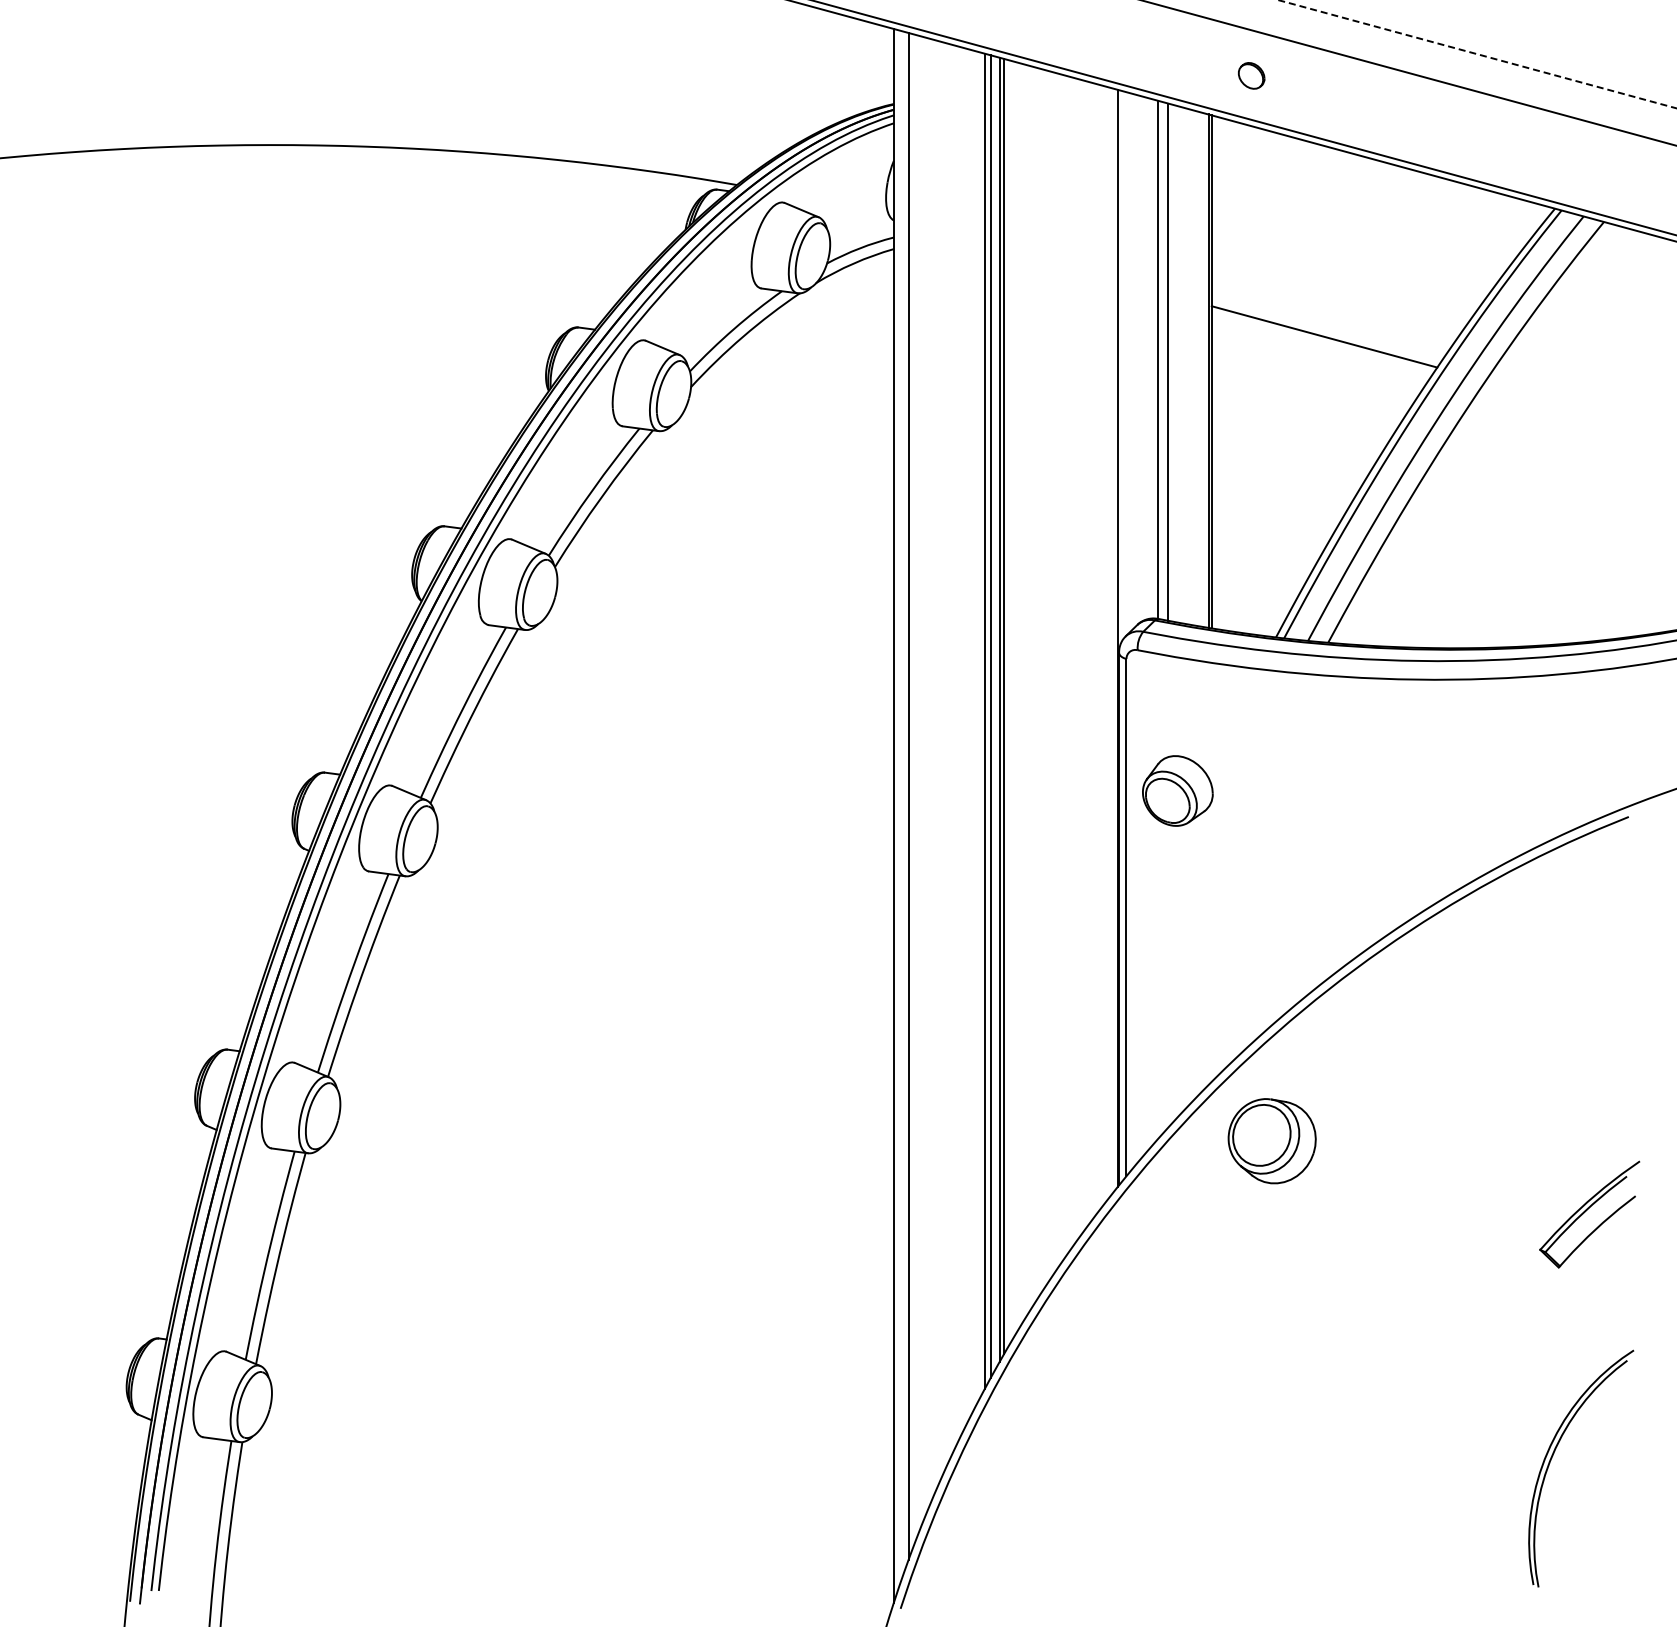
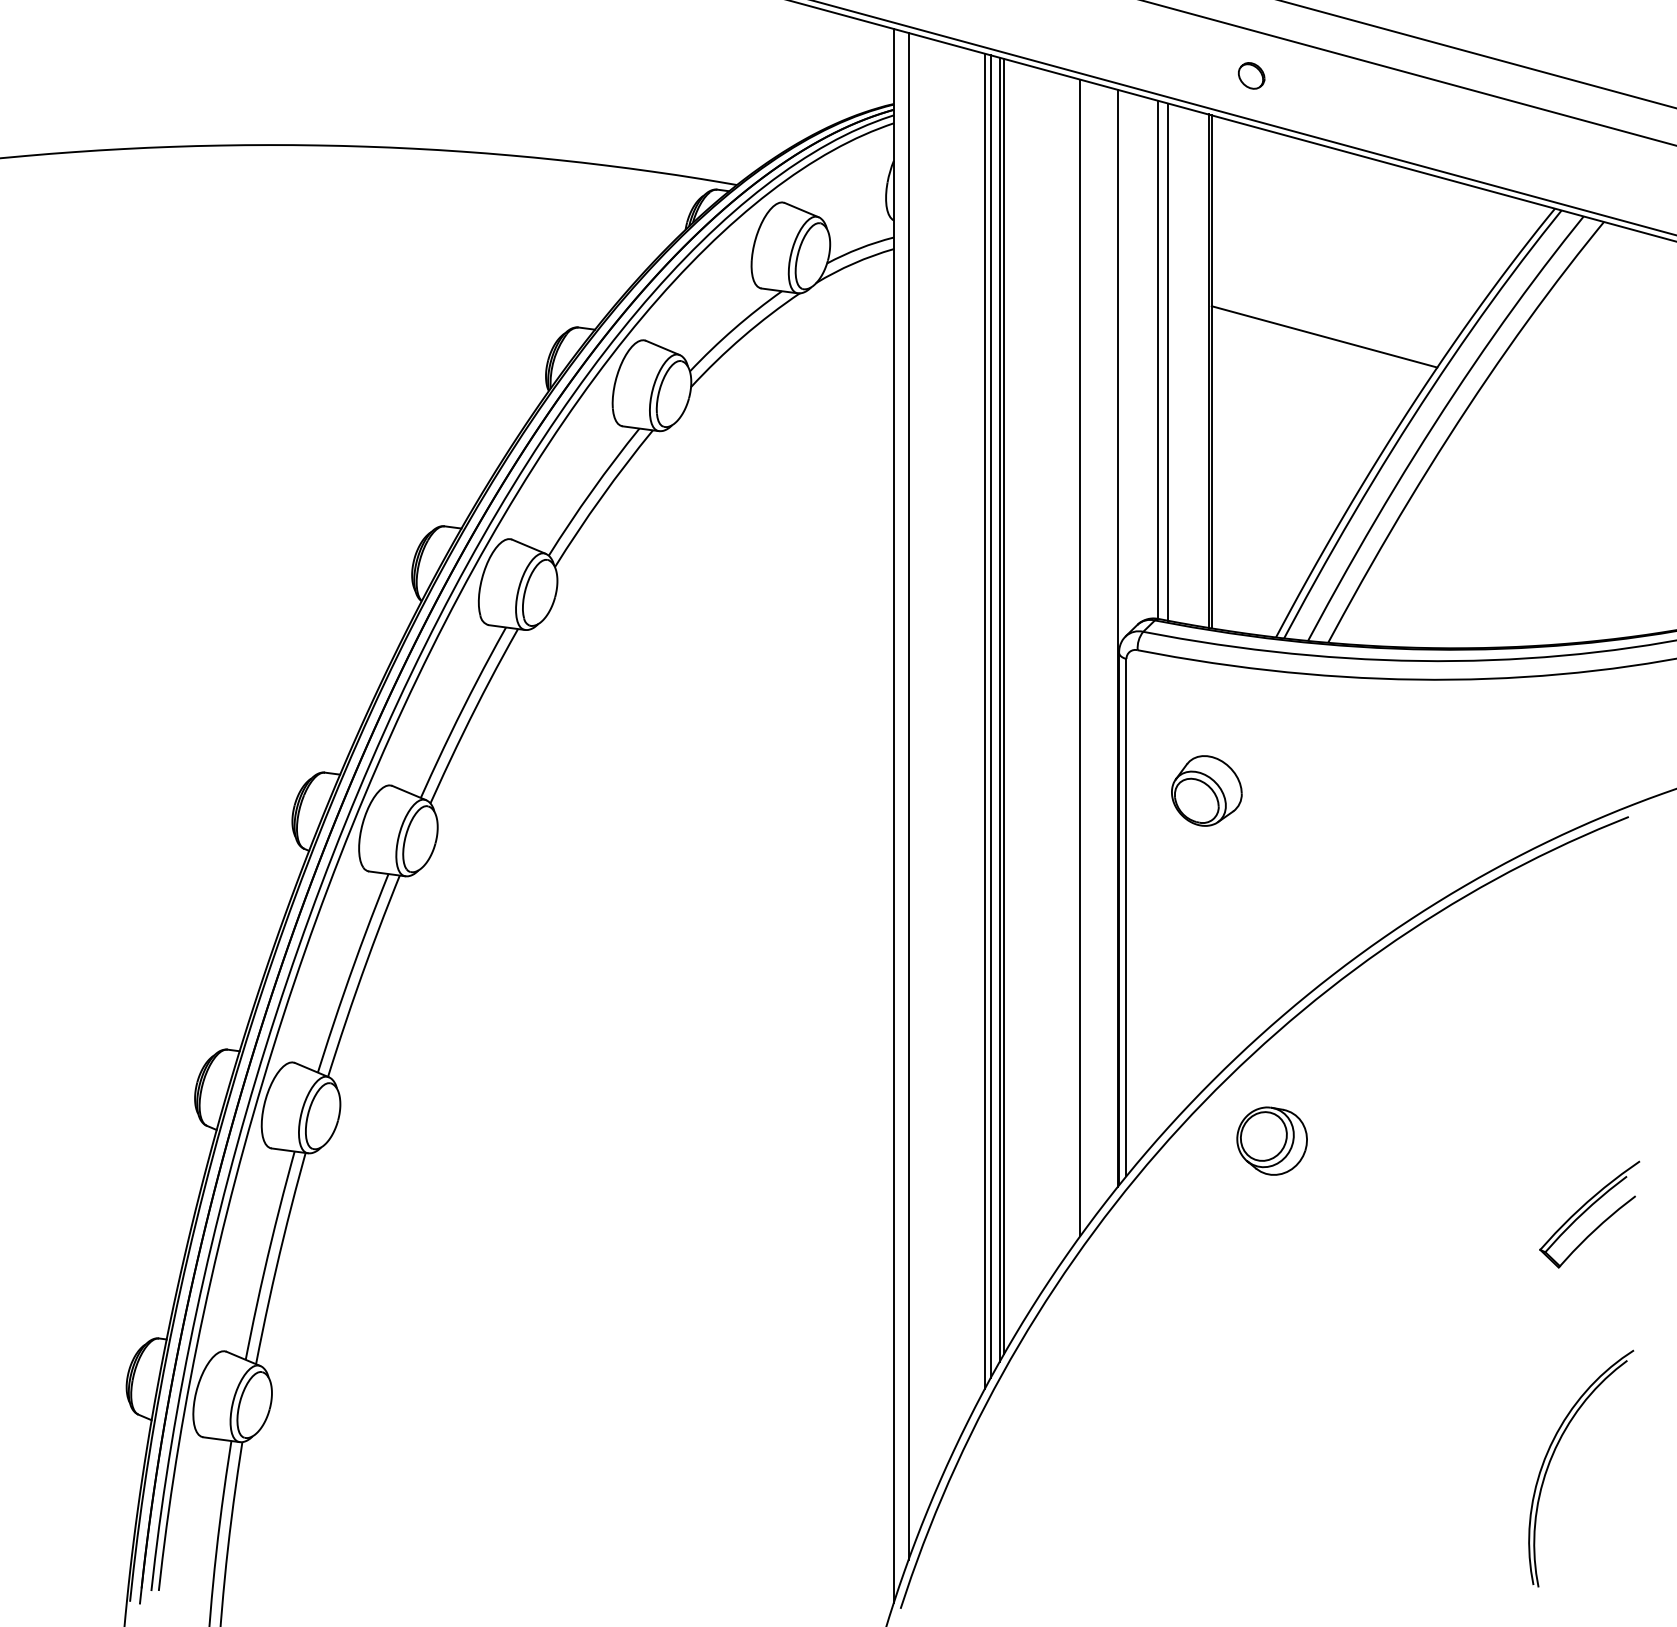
line at (1477, 54): dashed -> solid
line at (1080, 657): none -> present
part at (1177, 790) position: (1177, 790) -> (1206, 790)
part at (1271, 1141) size: 90x87 px -> 72x70 px
